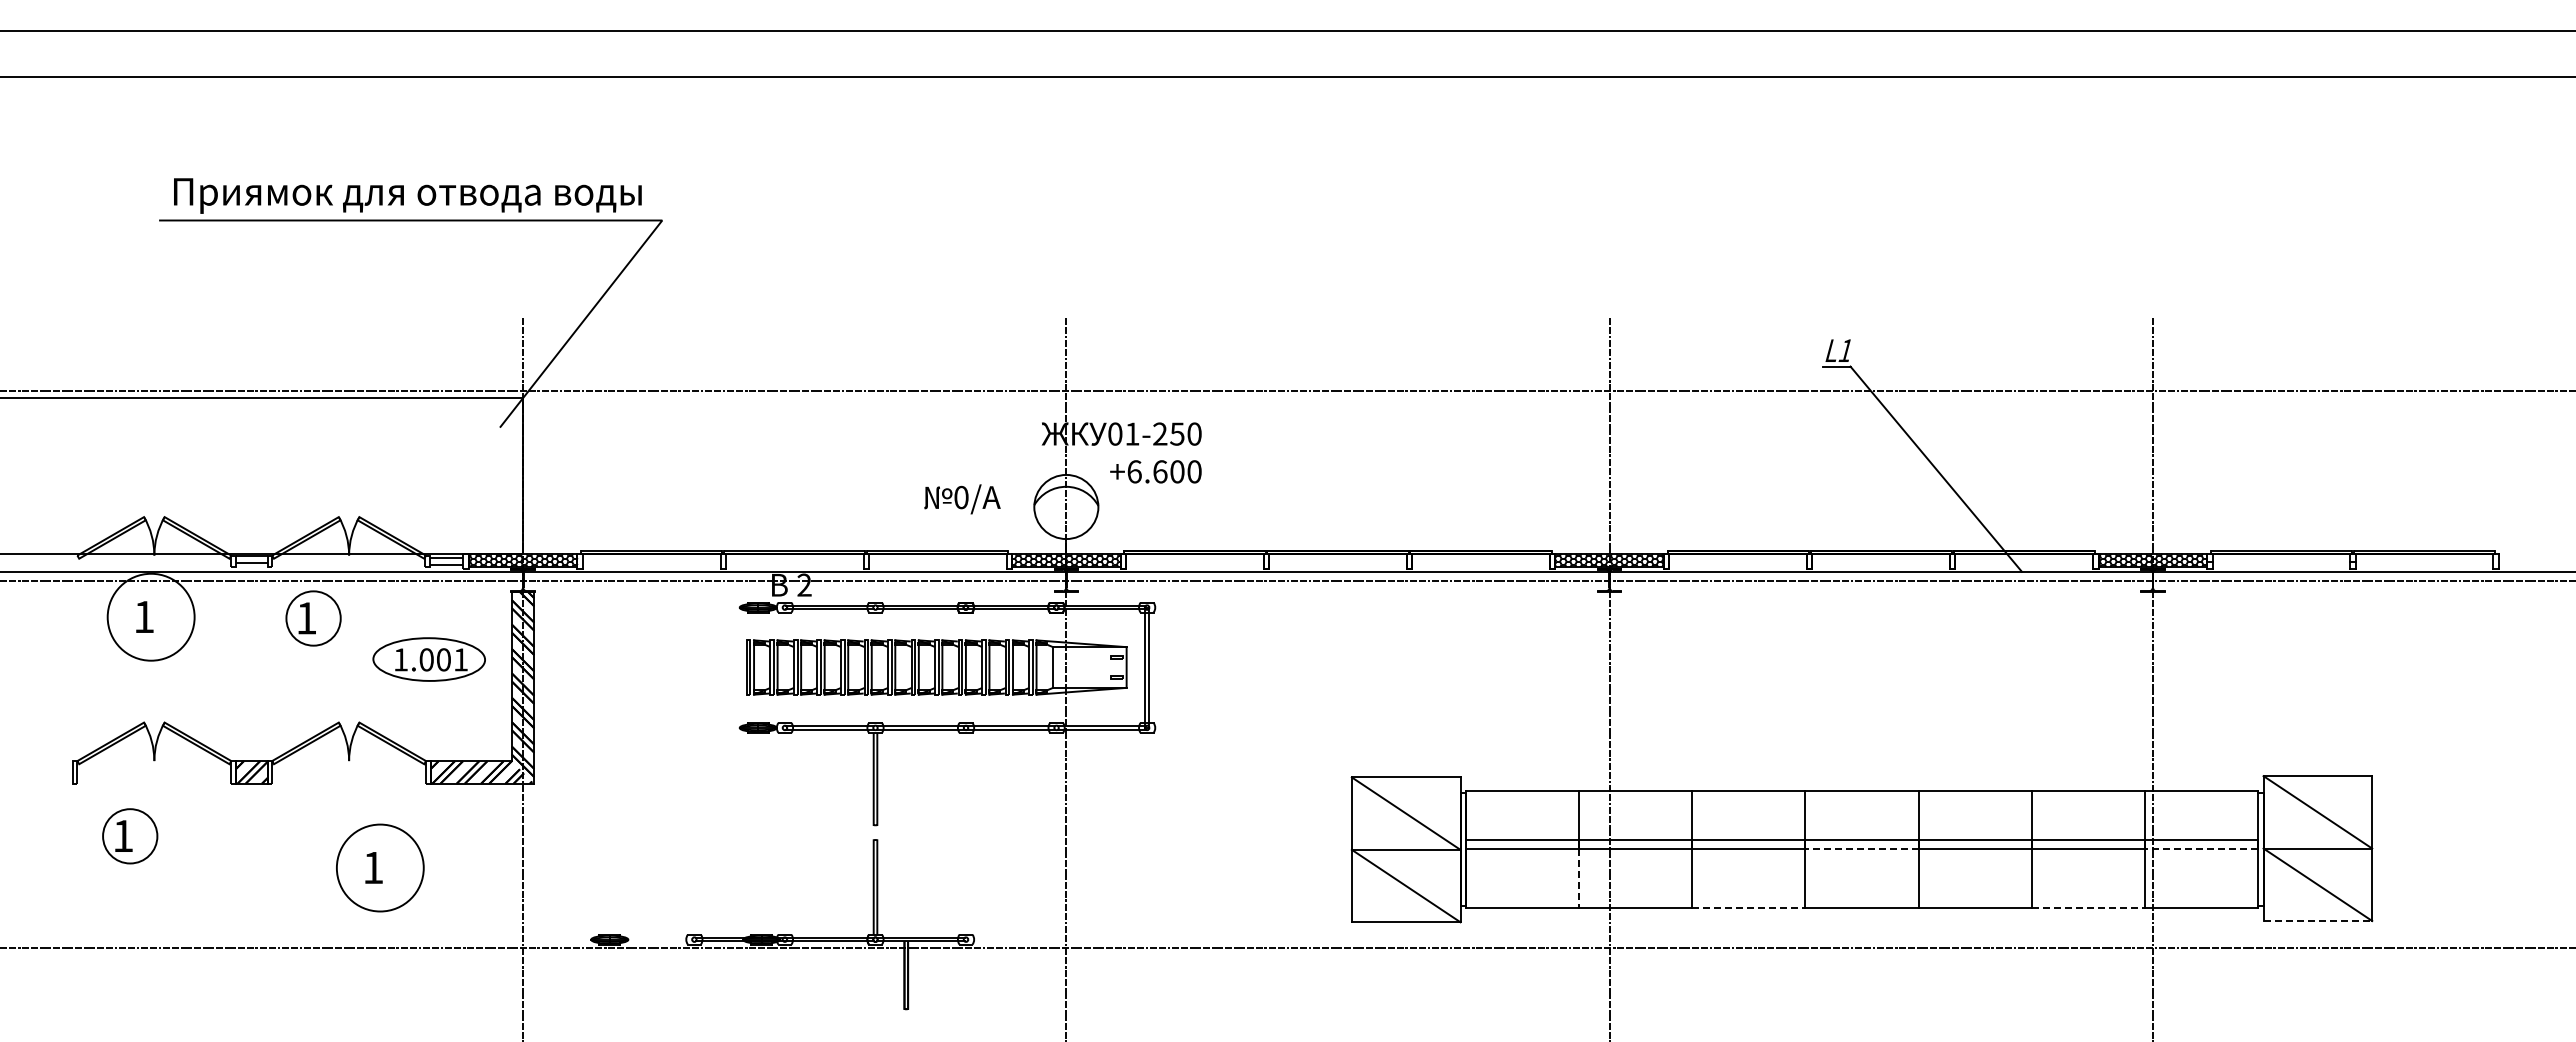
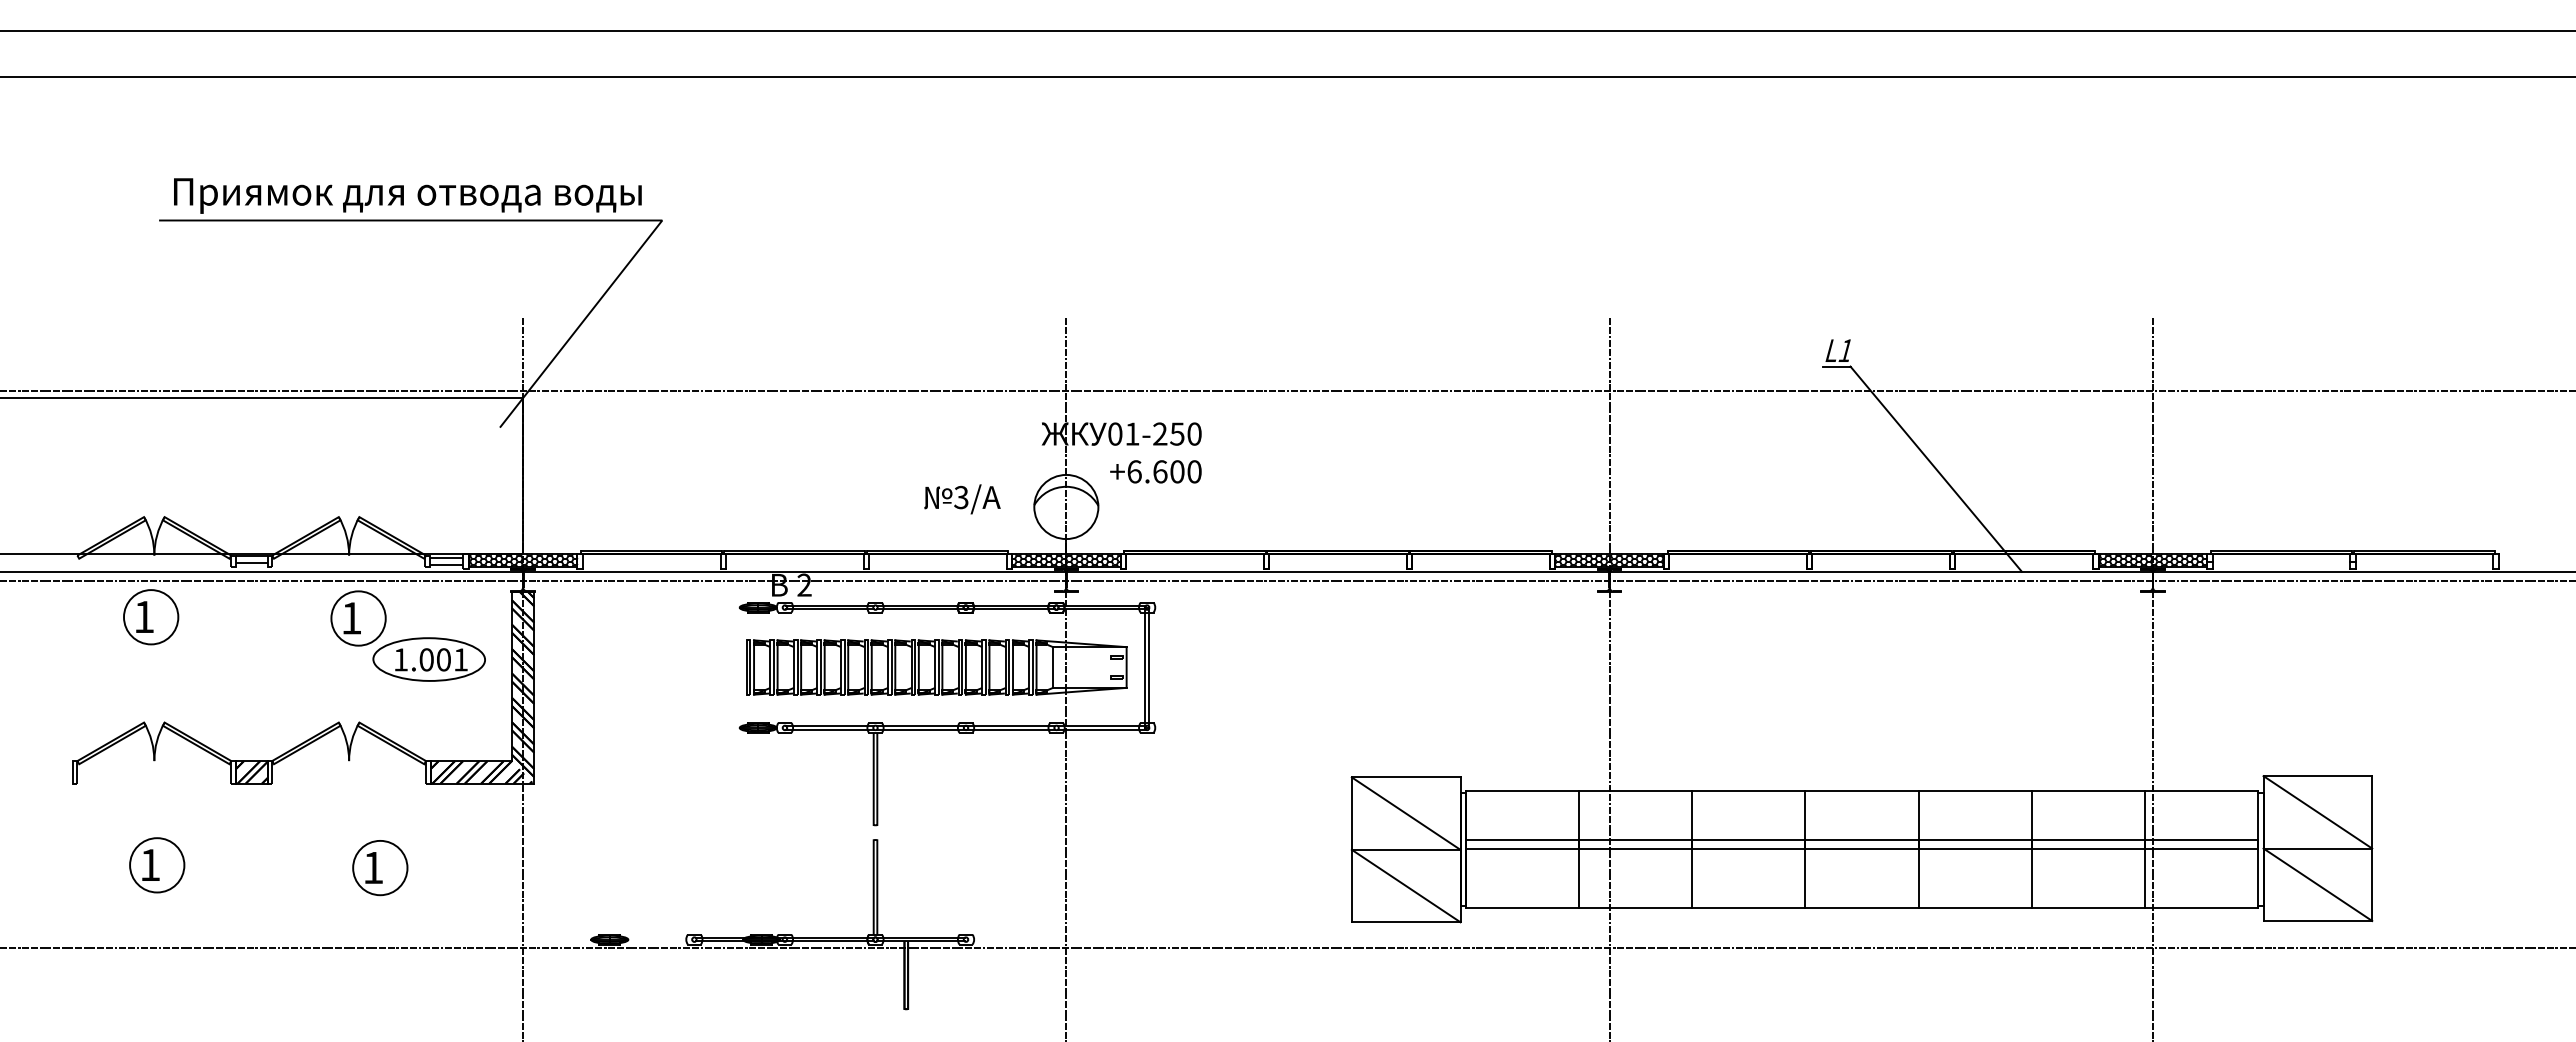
text at (961, 497): 0/ -> 3/
circle at (150, 616) diameter: 87 px -> 54 px
part at (313, 618) position: (313, 618) -> (358, 618)
part at (130, 836) position: (130, 836) -> (157, 865)
line at (1862, 849): dashed -> solid
line at (2201, 849): dashed -> solid
circle at (379, 867) diameter: 87 px -> 54 px
line at (1579, 879): dashed -> solid
line at (1748, 907): dashed -> solid
line at (2088, 907): dashed -> solid
line at (2318, 921): dashed -> solid
